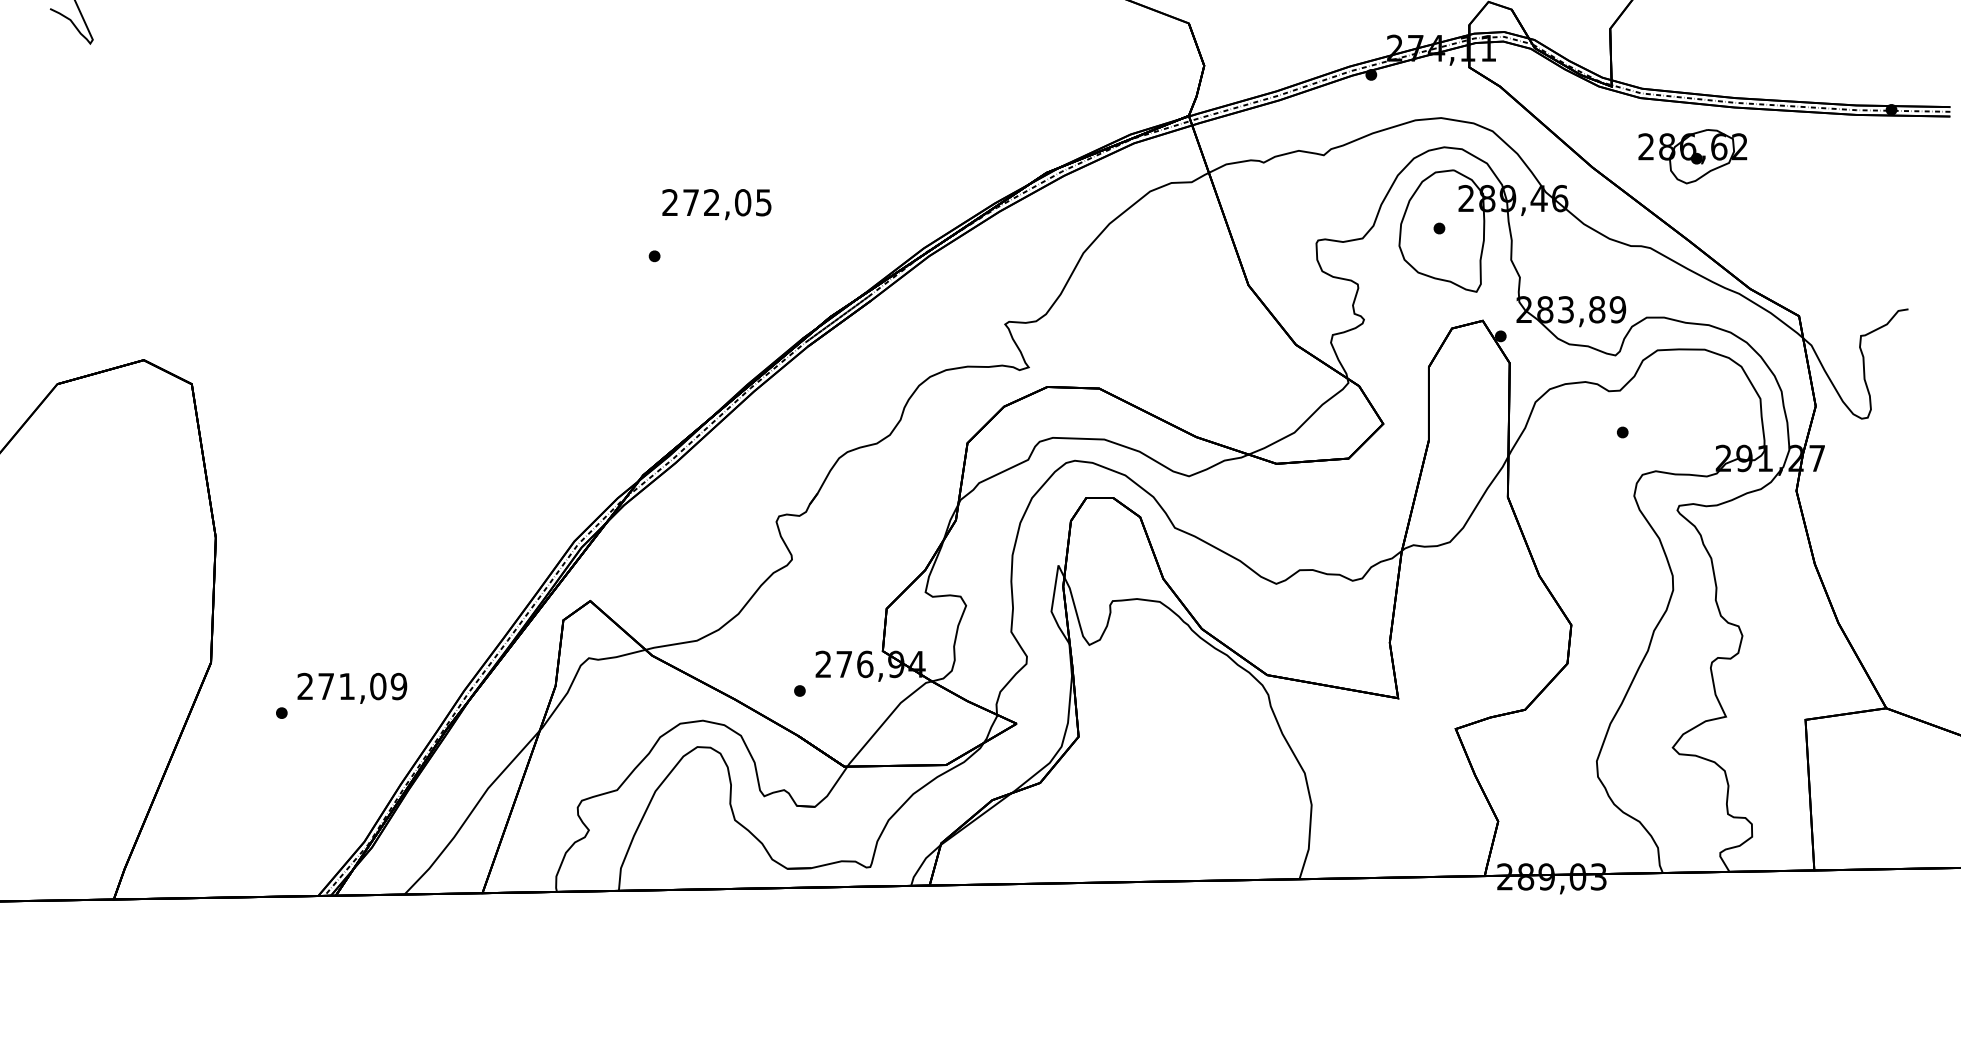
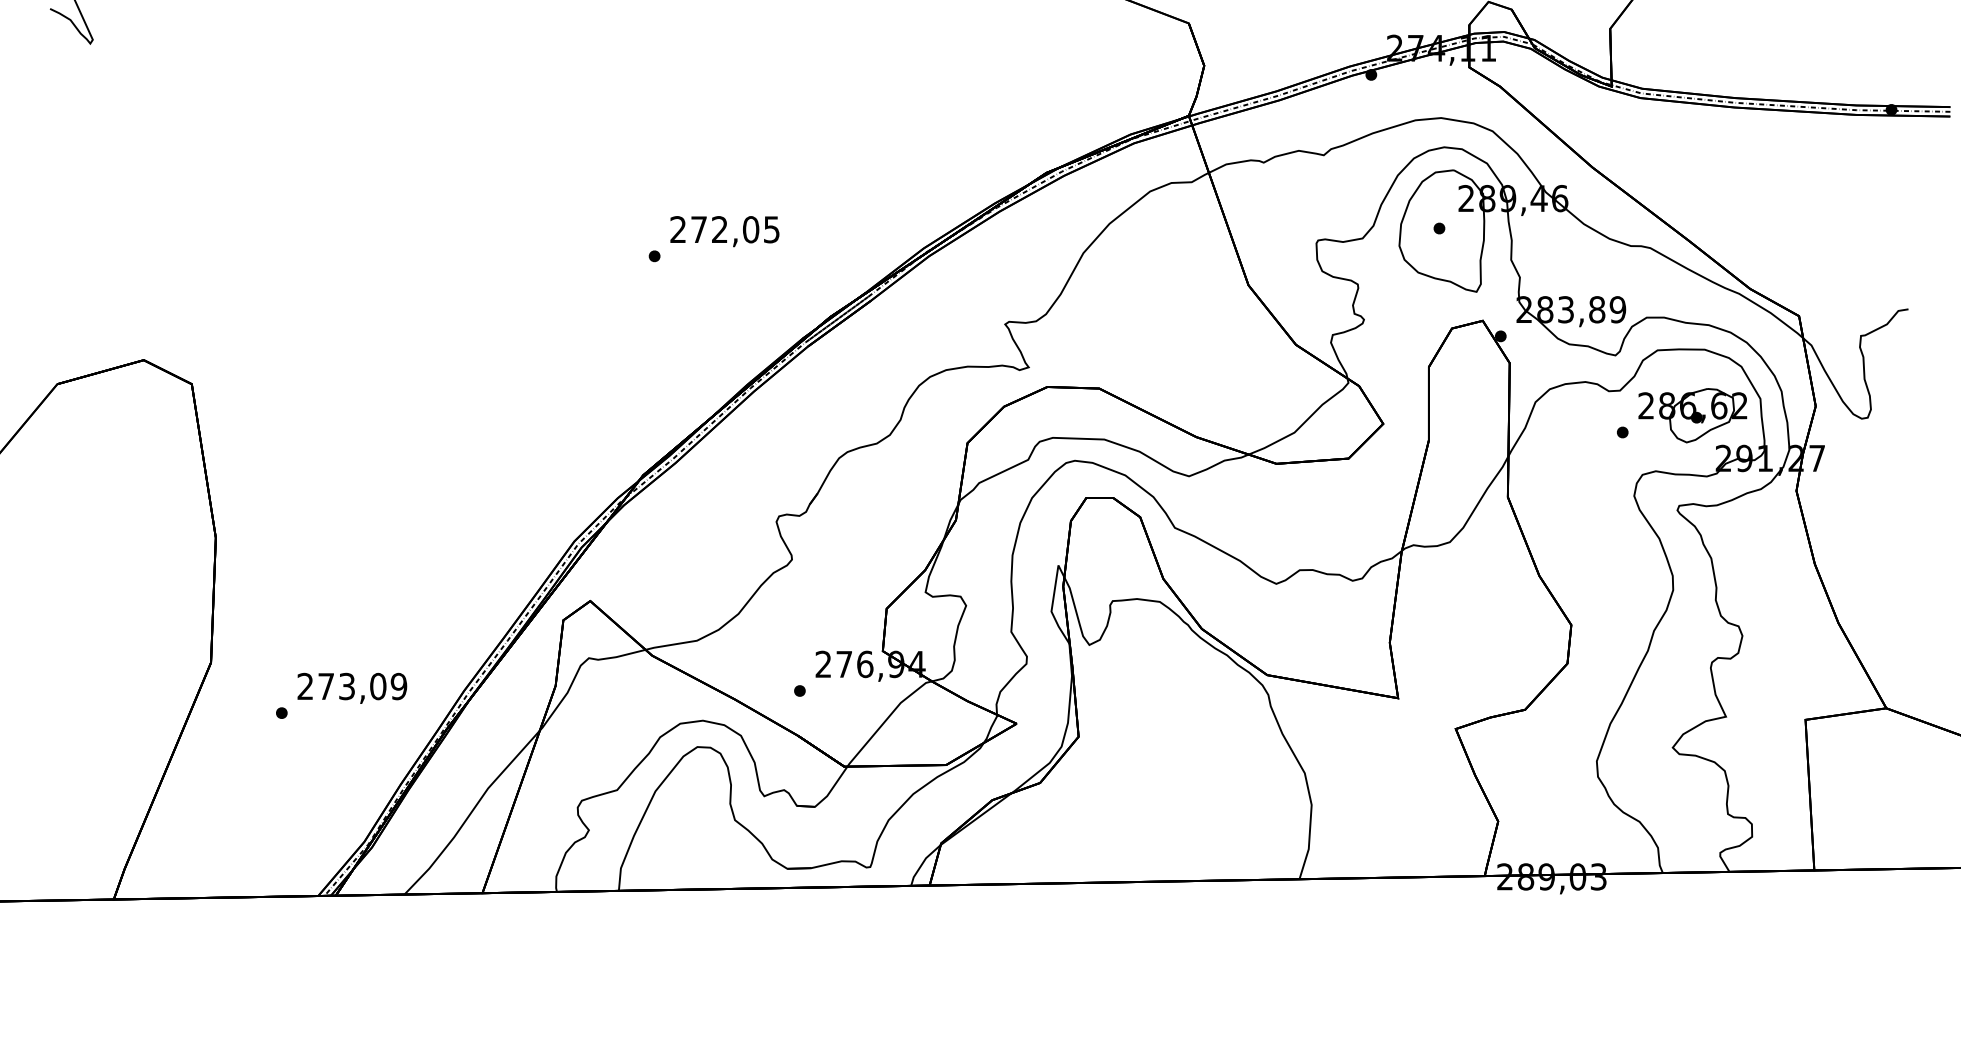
part at (1692, 156) position: (1692, 156) -> (1692, 415)
text at (716, 204) position: (716, 204) -> (724, 231)
text at (346, 686): 271,09 -> 273,09
